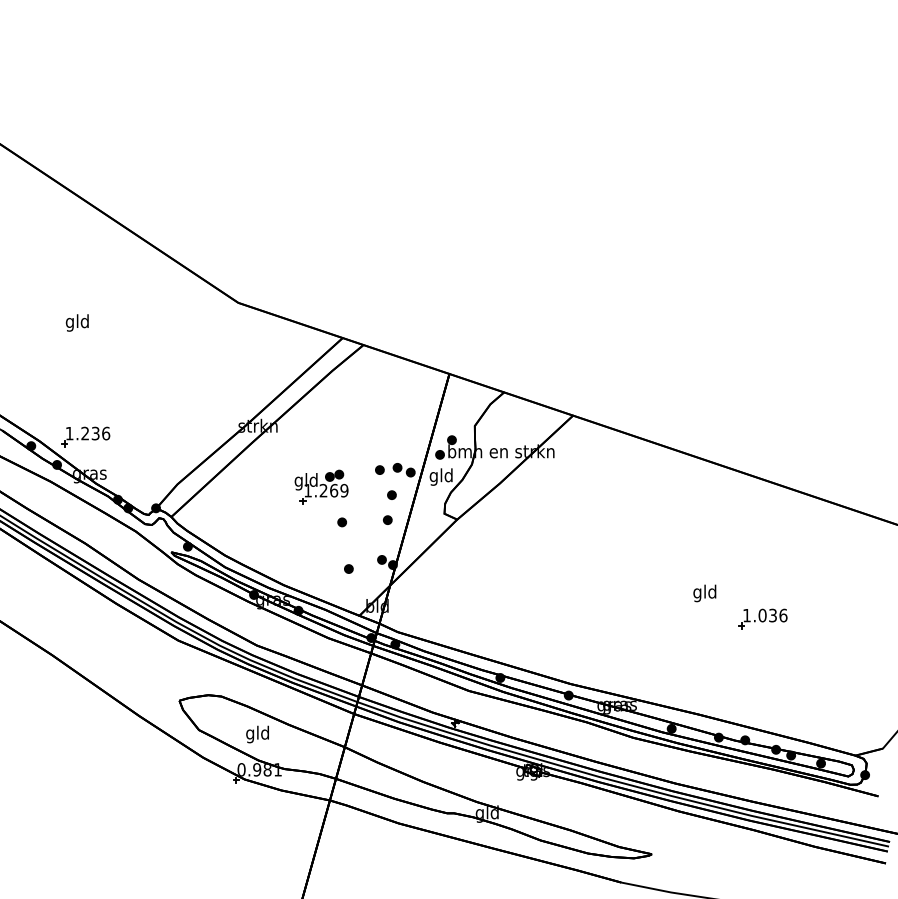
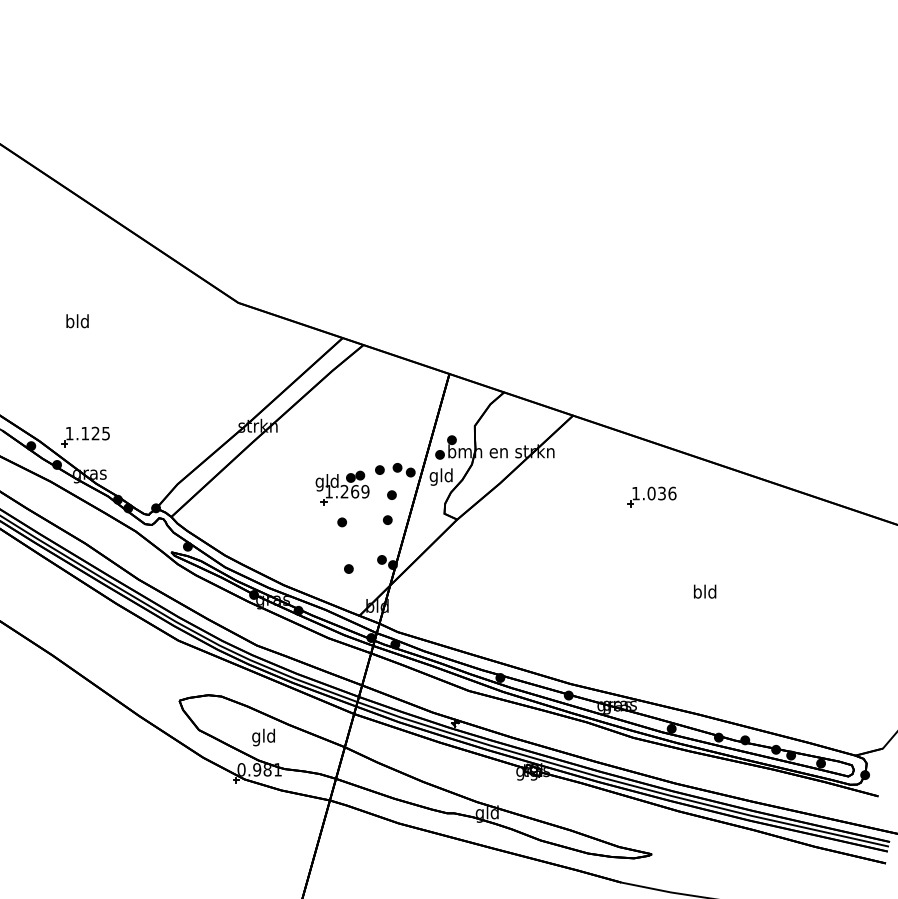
text at (69, 322): gld -> bld
text at (95, 433): 1.236 -> 1.125
part at (321, 486) position: (321, 486) -> (342, 487)
text at (697, 593): gld -> bld
part at (762, 618) position: (762, 618) -> (651, 496)
text at (257, 734) position: (257, 734) -> (263, 737)
